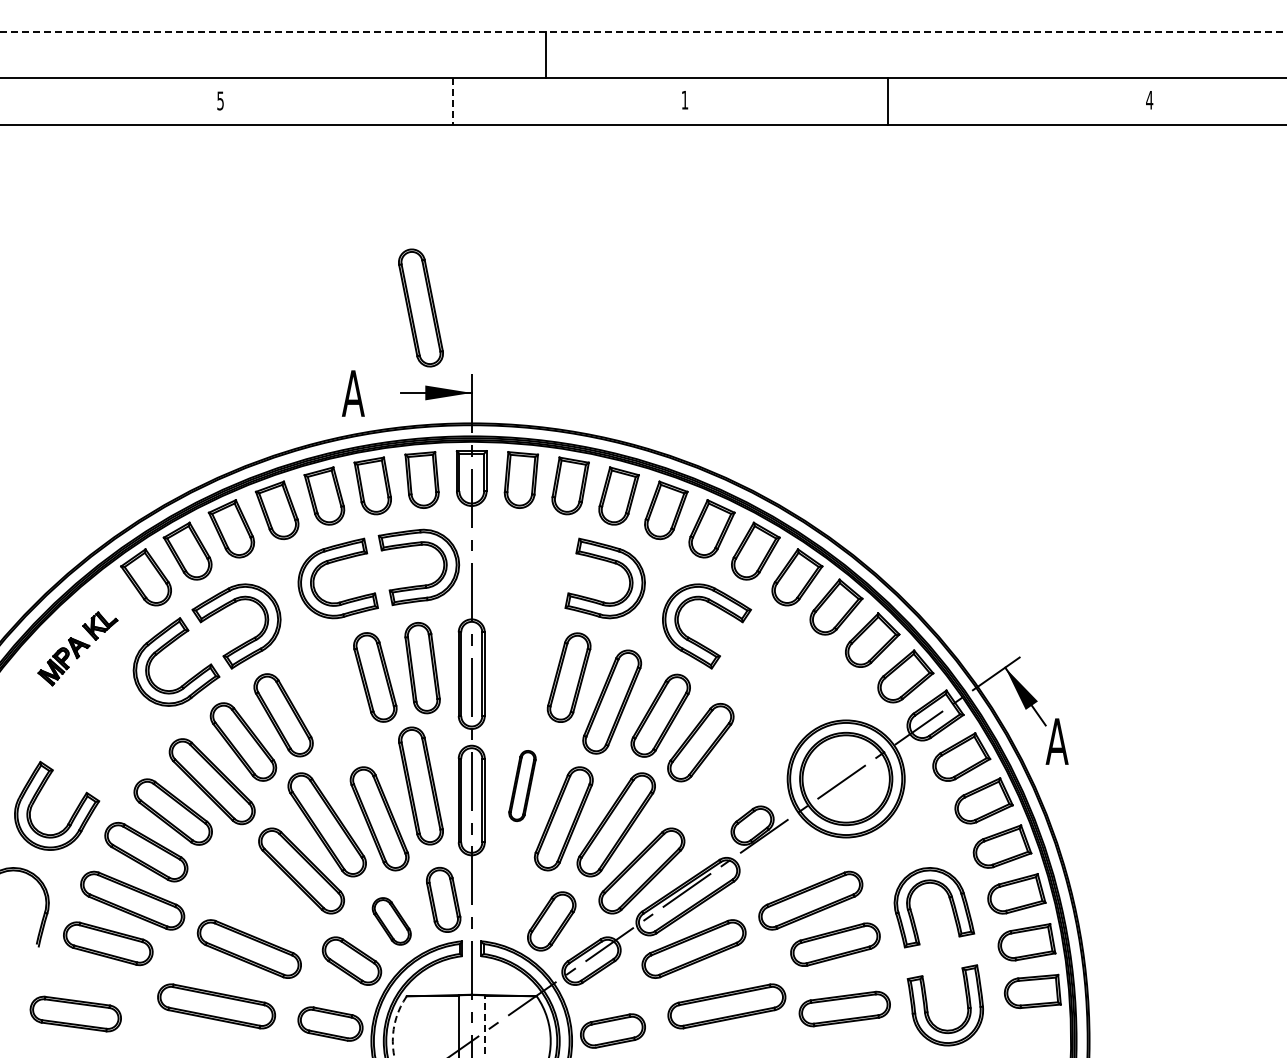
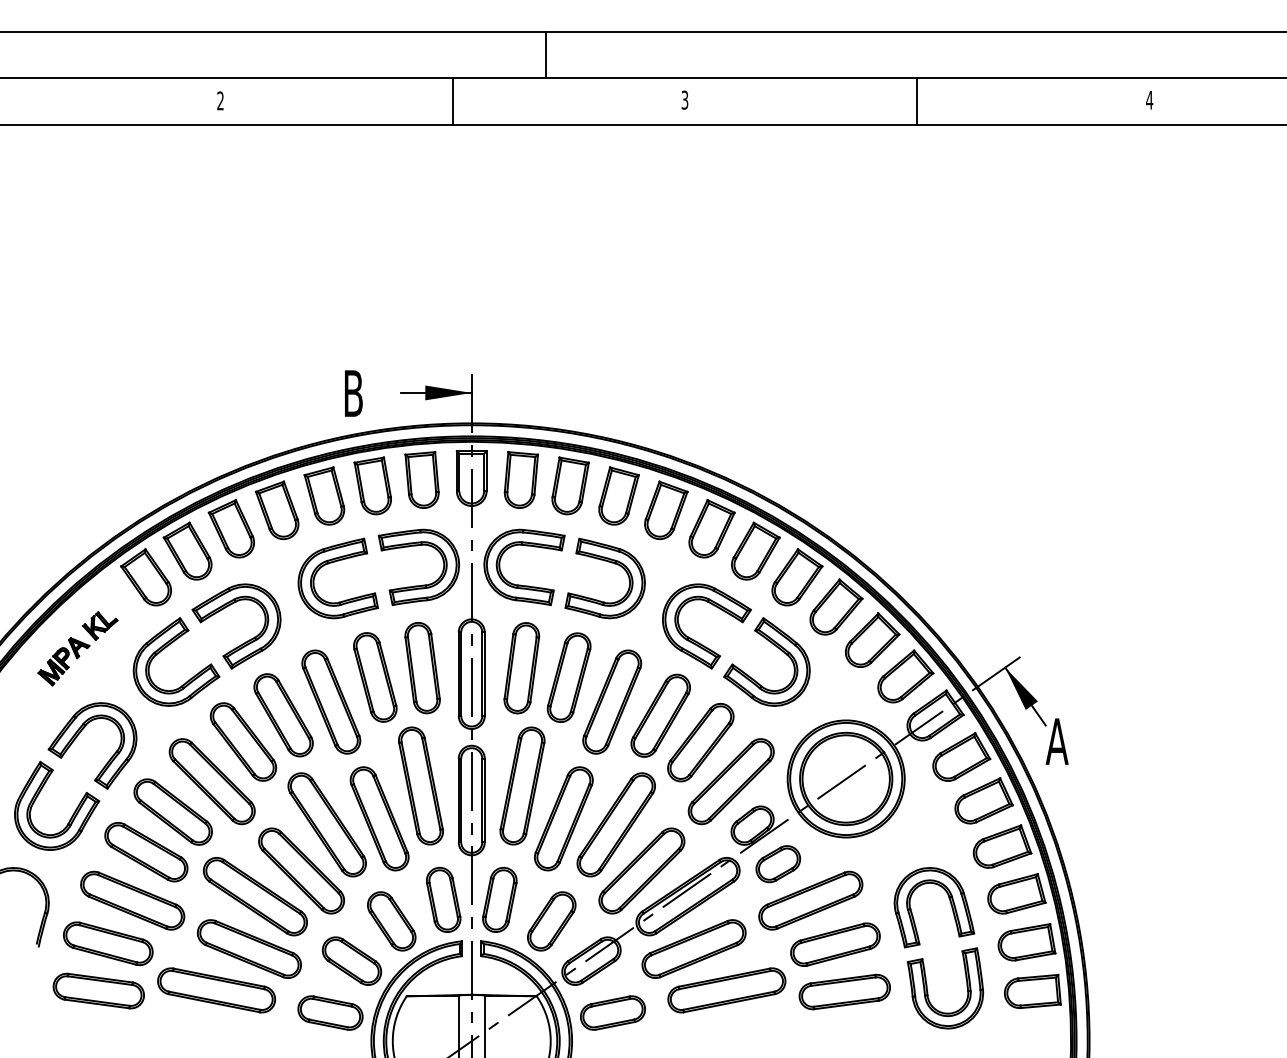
line at (643, 31): dashed -> solid
text at (684, 99): 1 -> 3
text at (220, 100): 5 -> 2
line at (452, 101): dashed -> solid
line at (888, 101) position: (888, 101) -> (917, 101)
part at (420, 307): present -> none
text at (352, 393): A -> B
part at (521, 584): none -> present
part at (777, 648): none -> present
part at (521, 668): none -> present
part at (331, 701): none -> present
part at (80, 733): none -> present
part at (730, 781): none -> present
part at (522, 785) size: 29x72 px -> 47x120 px
part at (778, 864): none -> present
part at (255, 896): none -> present
part at (499, 899): none -> present
part at (391, 921) size: 41x49 px -> 50x61 px
part at (216, 1006) position: (216, 1006) -> (216, 990)
part at (726, 1006) position: (726, 1006) -> (726, 990)
part at (844, 1008) position: (844, 1008) -> (844, 991)
part at (928, 1009) position: (928, 1009) -> (928, 992)
part at (75, 1013) position: (75, 1013) -> (98, 990)
part at (330, 1023) position: (330, 1023) -> (330, 1012)
arc at (394, 1025): dashed -> solid
line at (484, 1026): dashed -> solid
part at (612, 1030) position: (612, 1030) -> (612, 1012)
